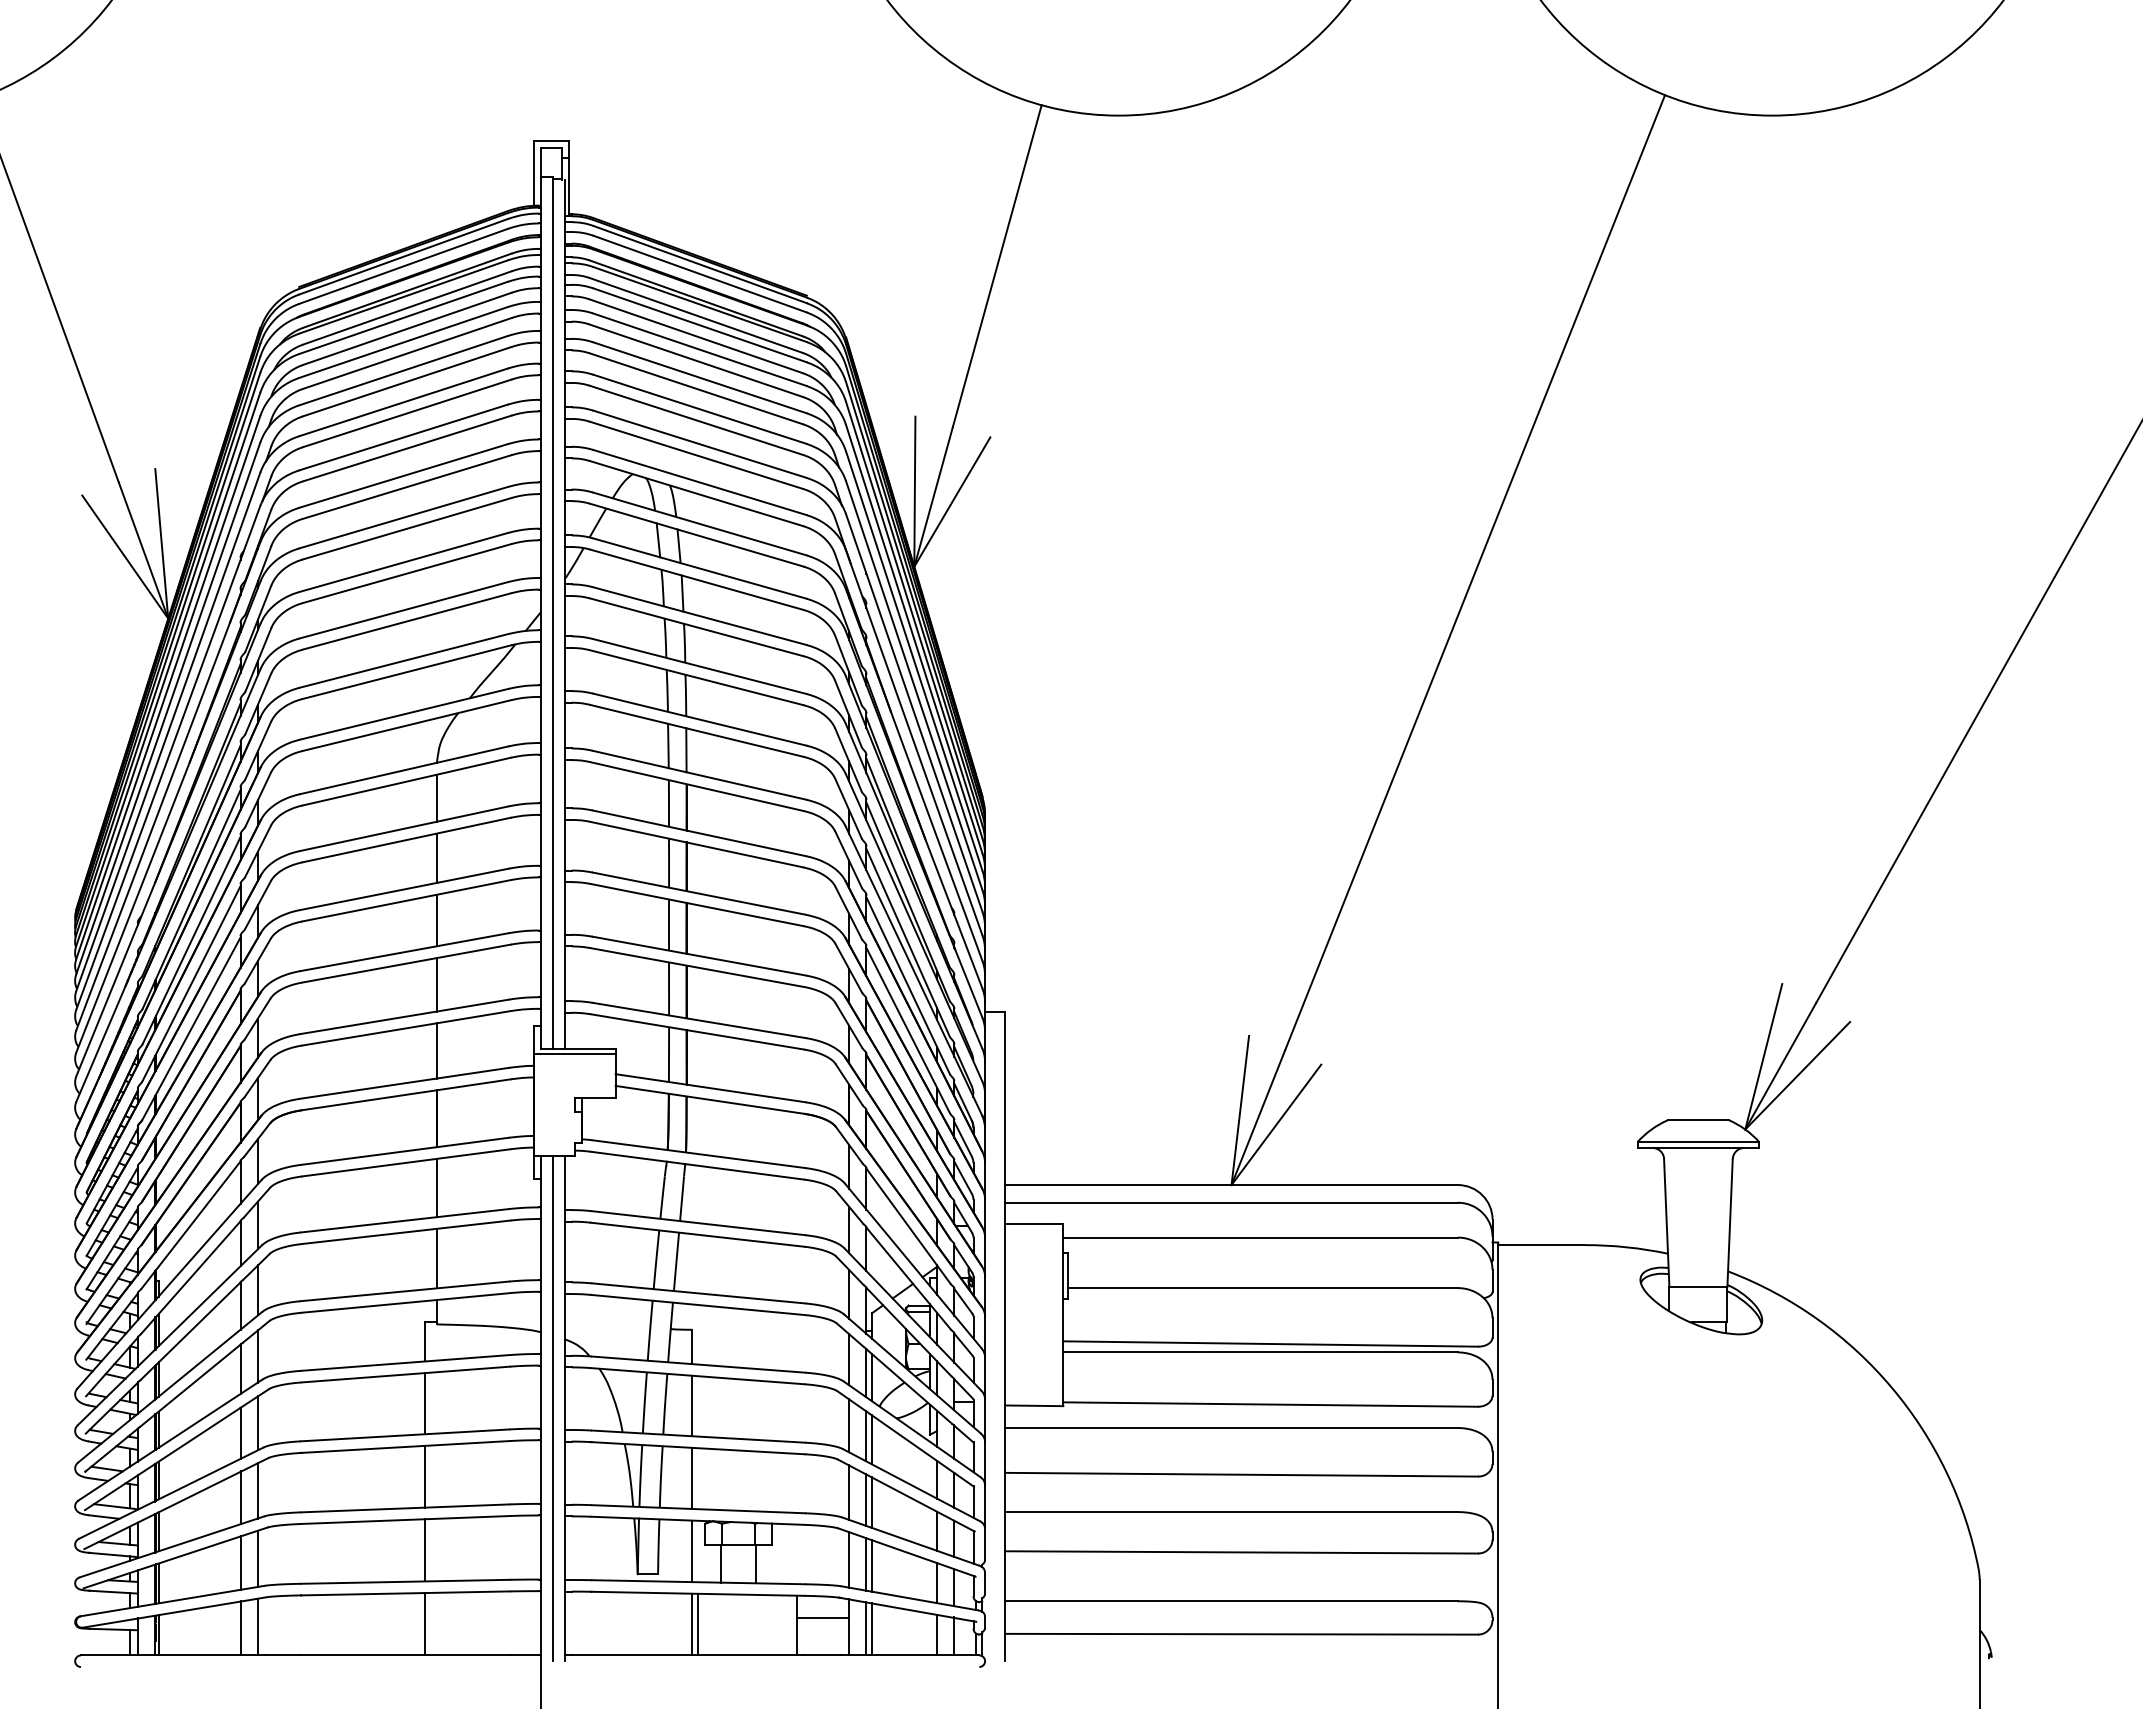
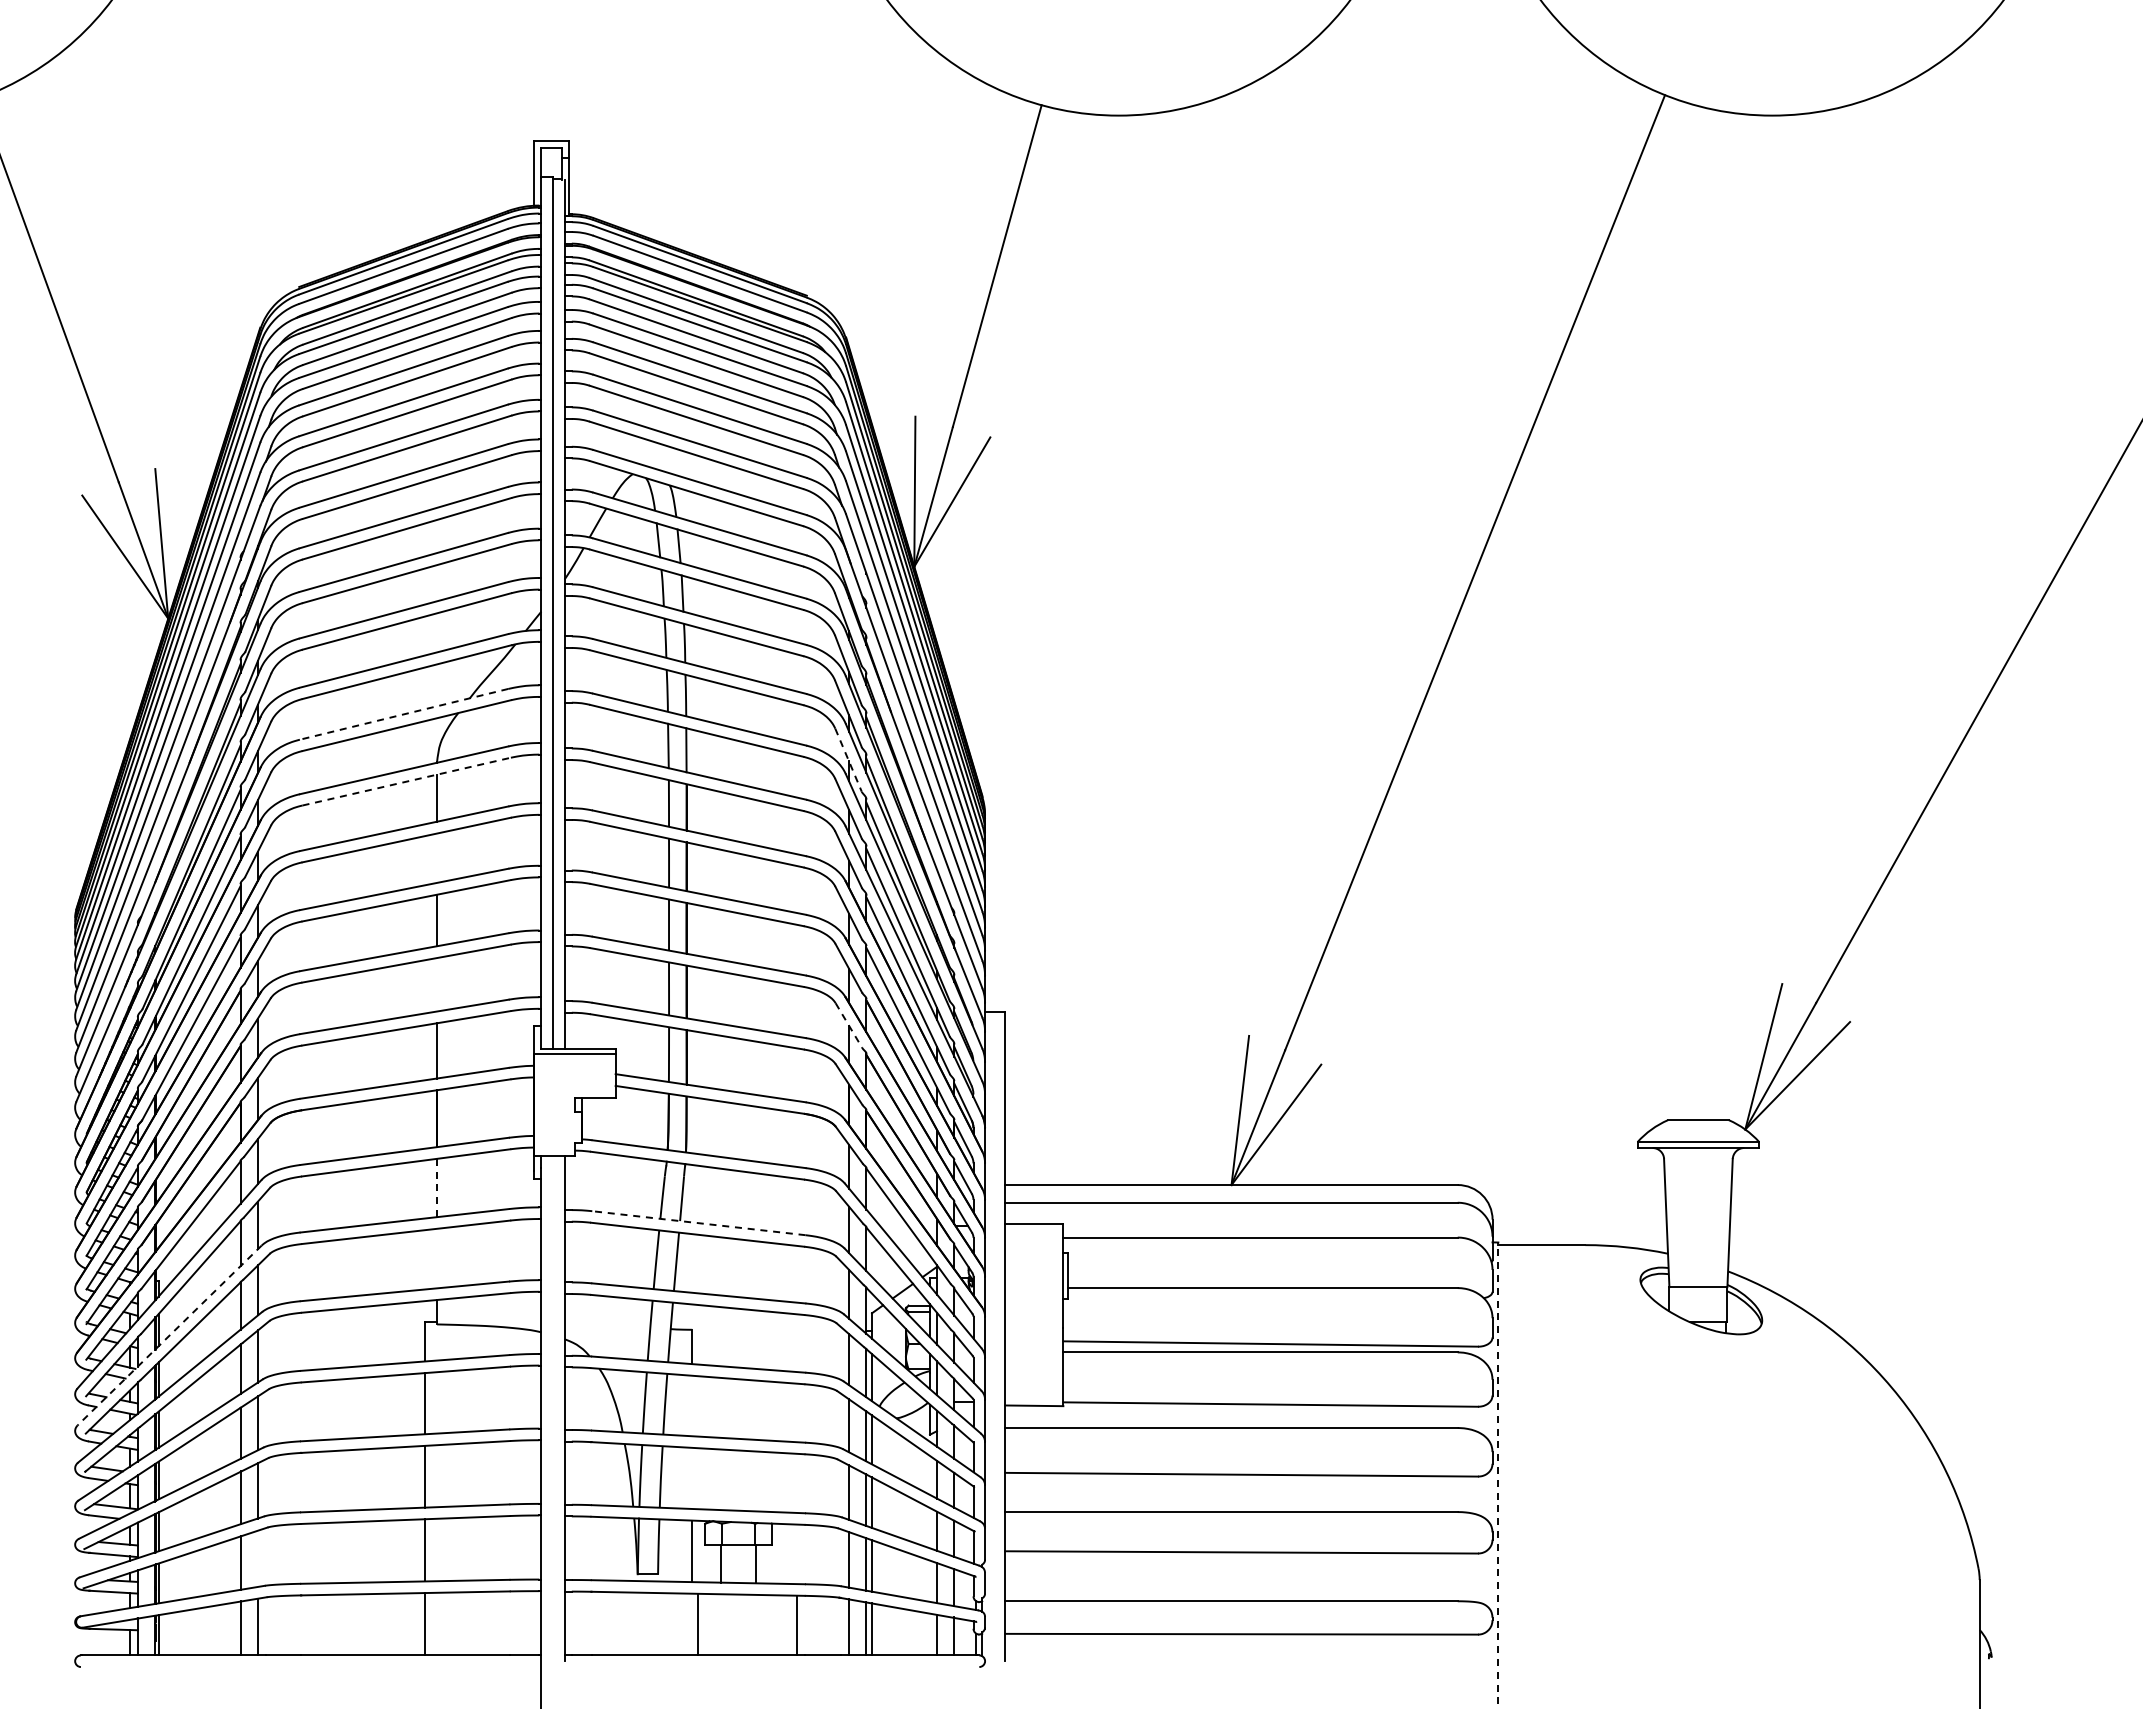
line at (403, 714): solid -> dashed
line at (848, 760): solid -> dashed
line at (406, 781): solid -> dashed
line at (437, 857): present -> none
line at (437, 984): present -> none
line at (849, 1025): solid -> dashed
line at (437, 1188): solid -> dashed
line at (698, 1223): solid -> dashed
line at (437, 1258): present -> none
line at (169, 1335): solid -> dashed
line at (692, 1405): present -> none
line at (553, 1408): present -> none
line at (1498, 1475): solid -> dashed
line at (692, 1477): present -> none
line at (257, 1558): present -> none
line at (822, 1617): present -> none
line at (692, 1624): present -> none
